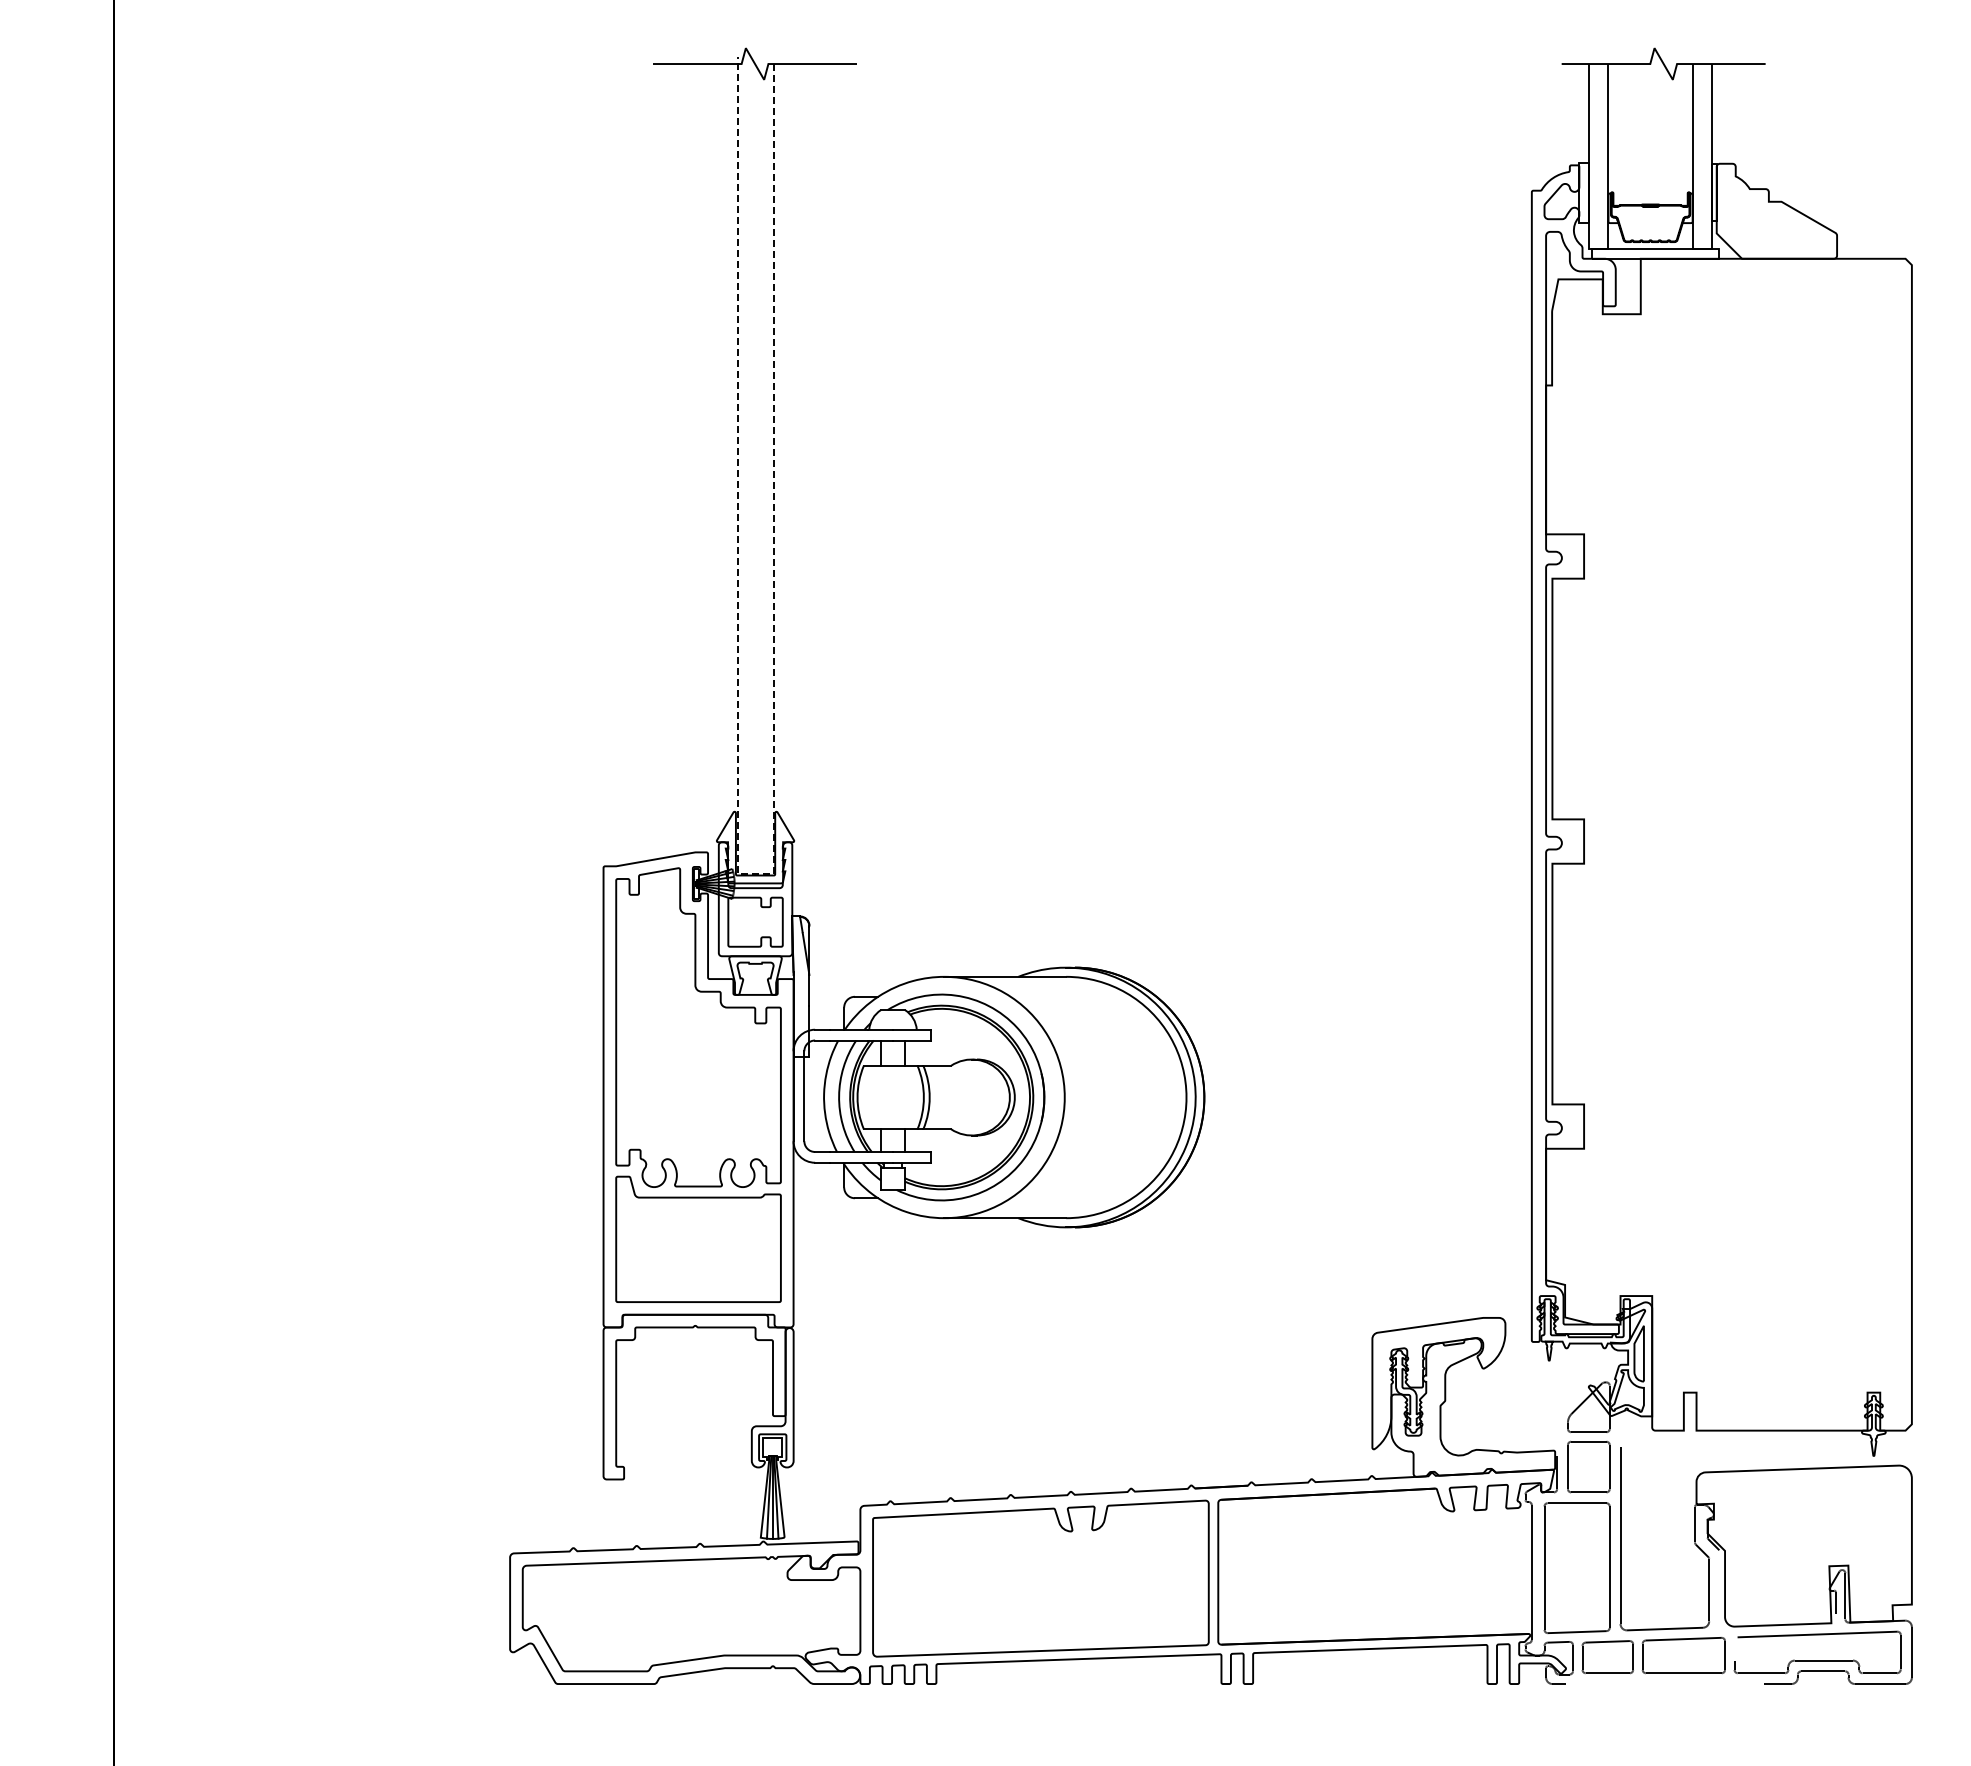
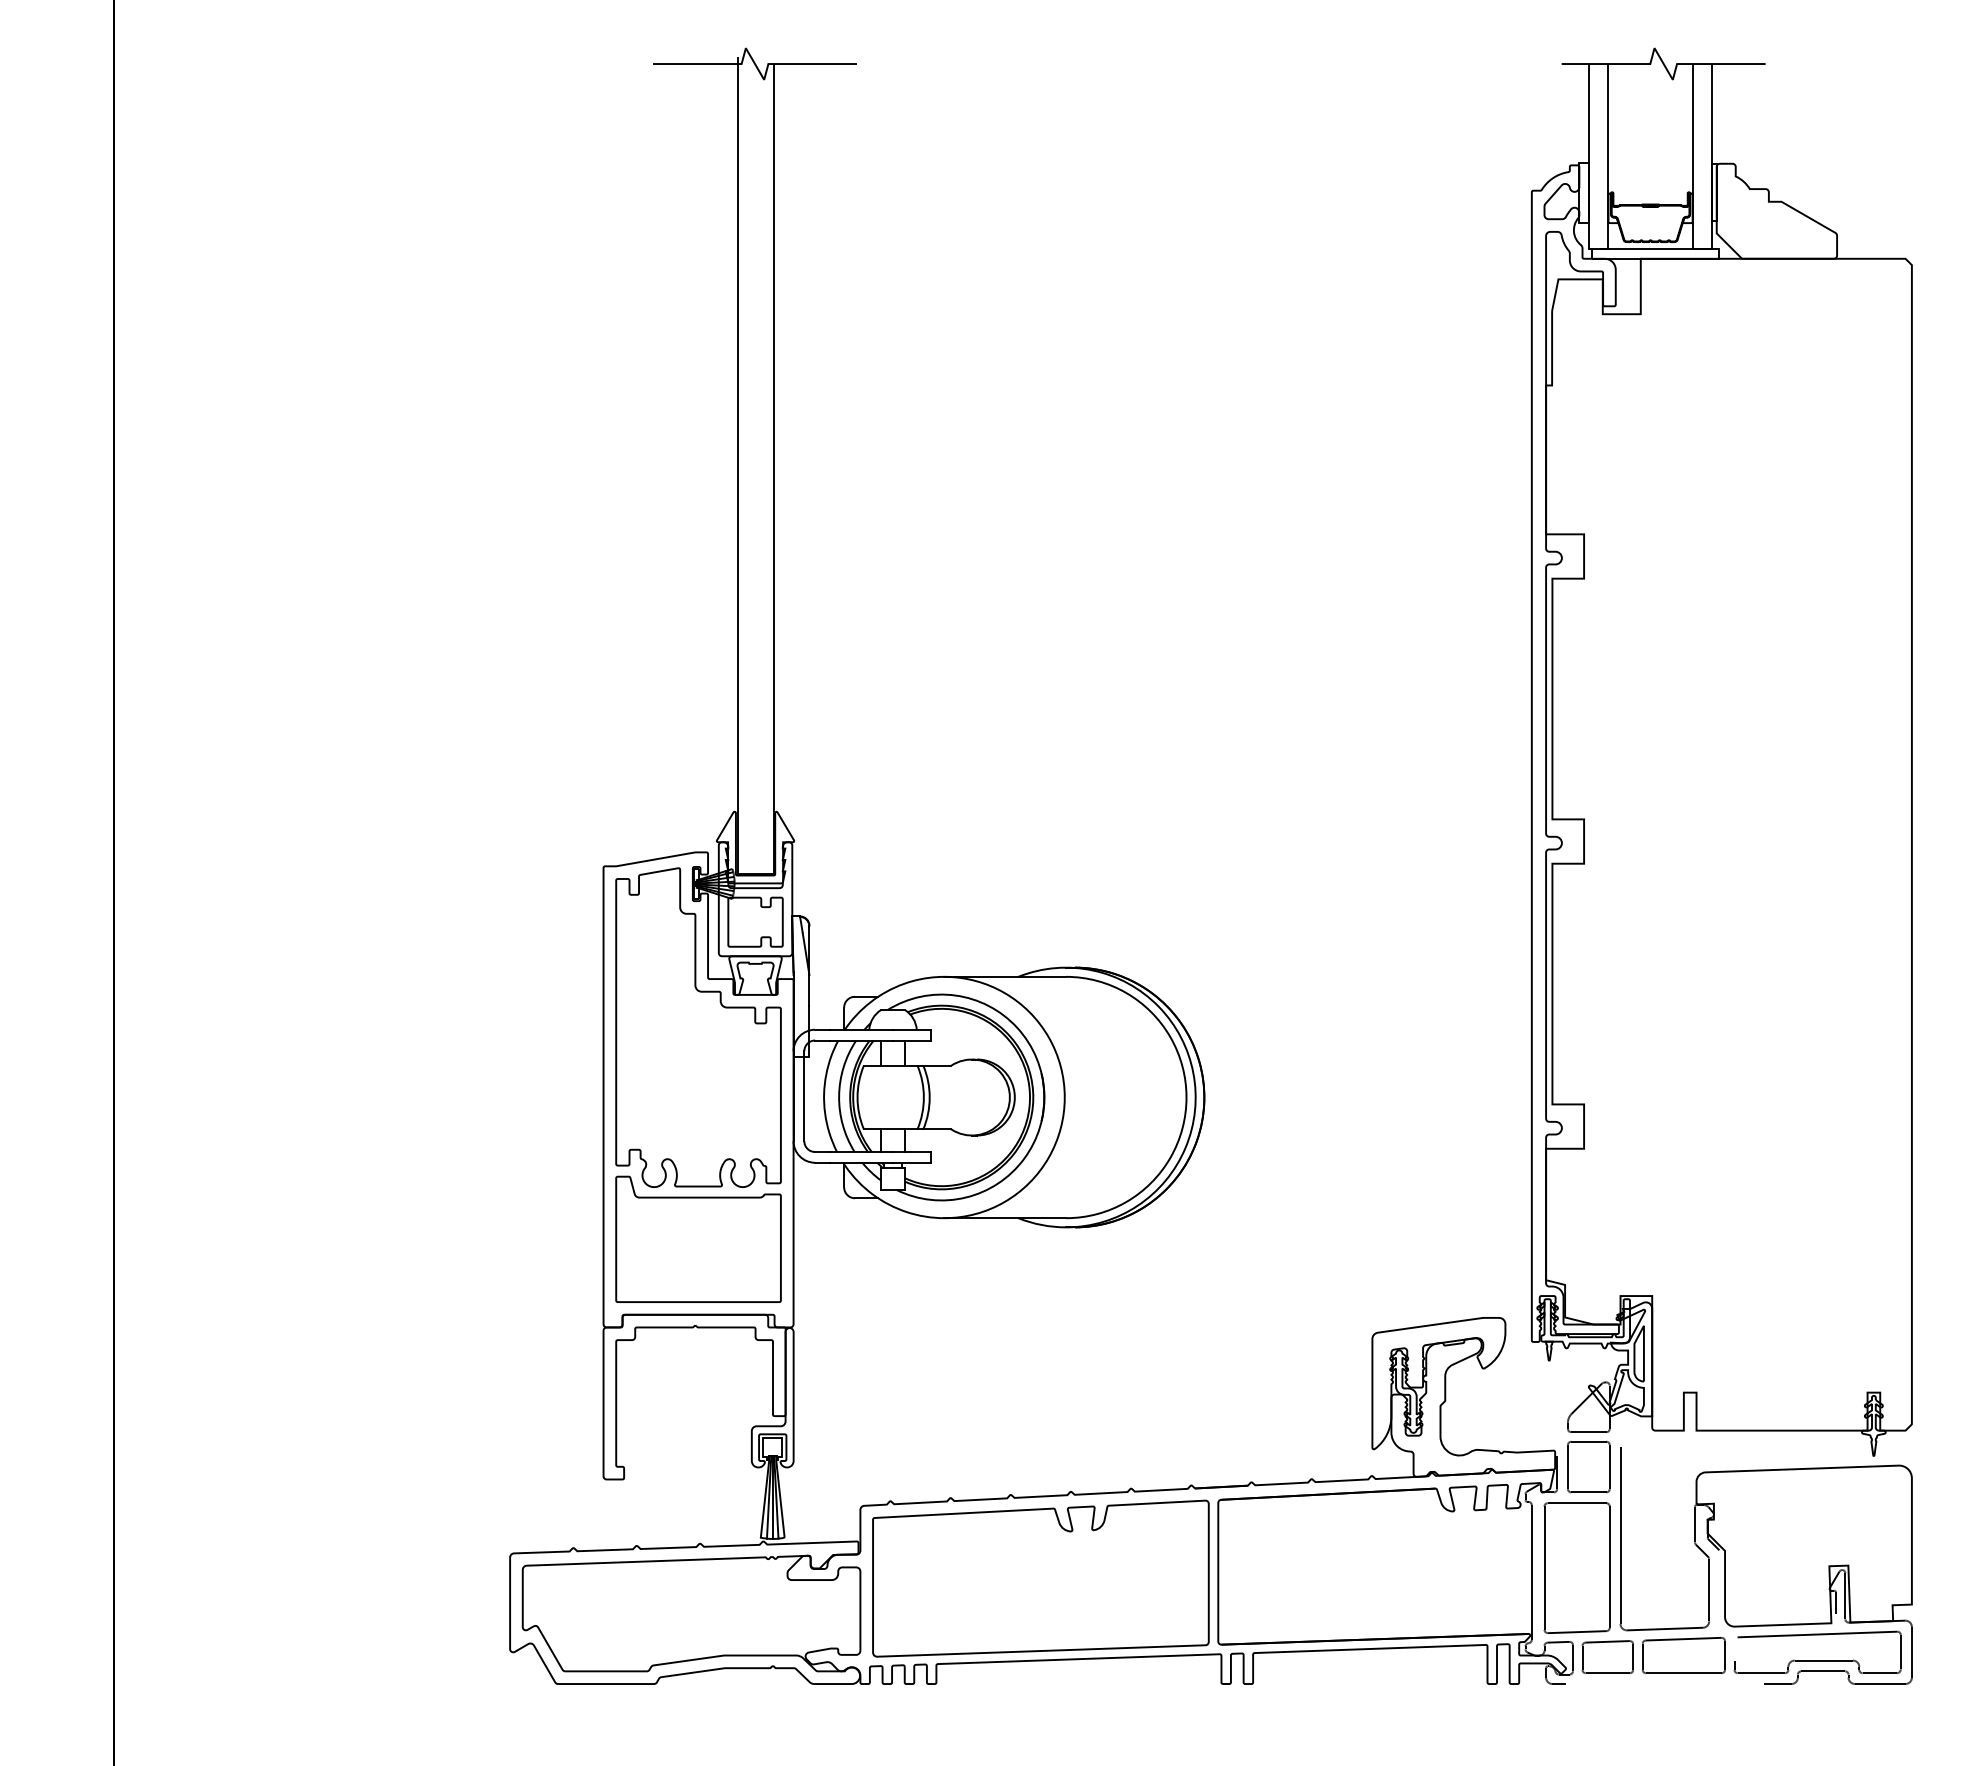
line at (752, 873): dashed -> solid
